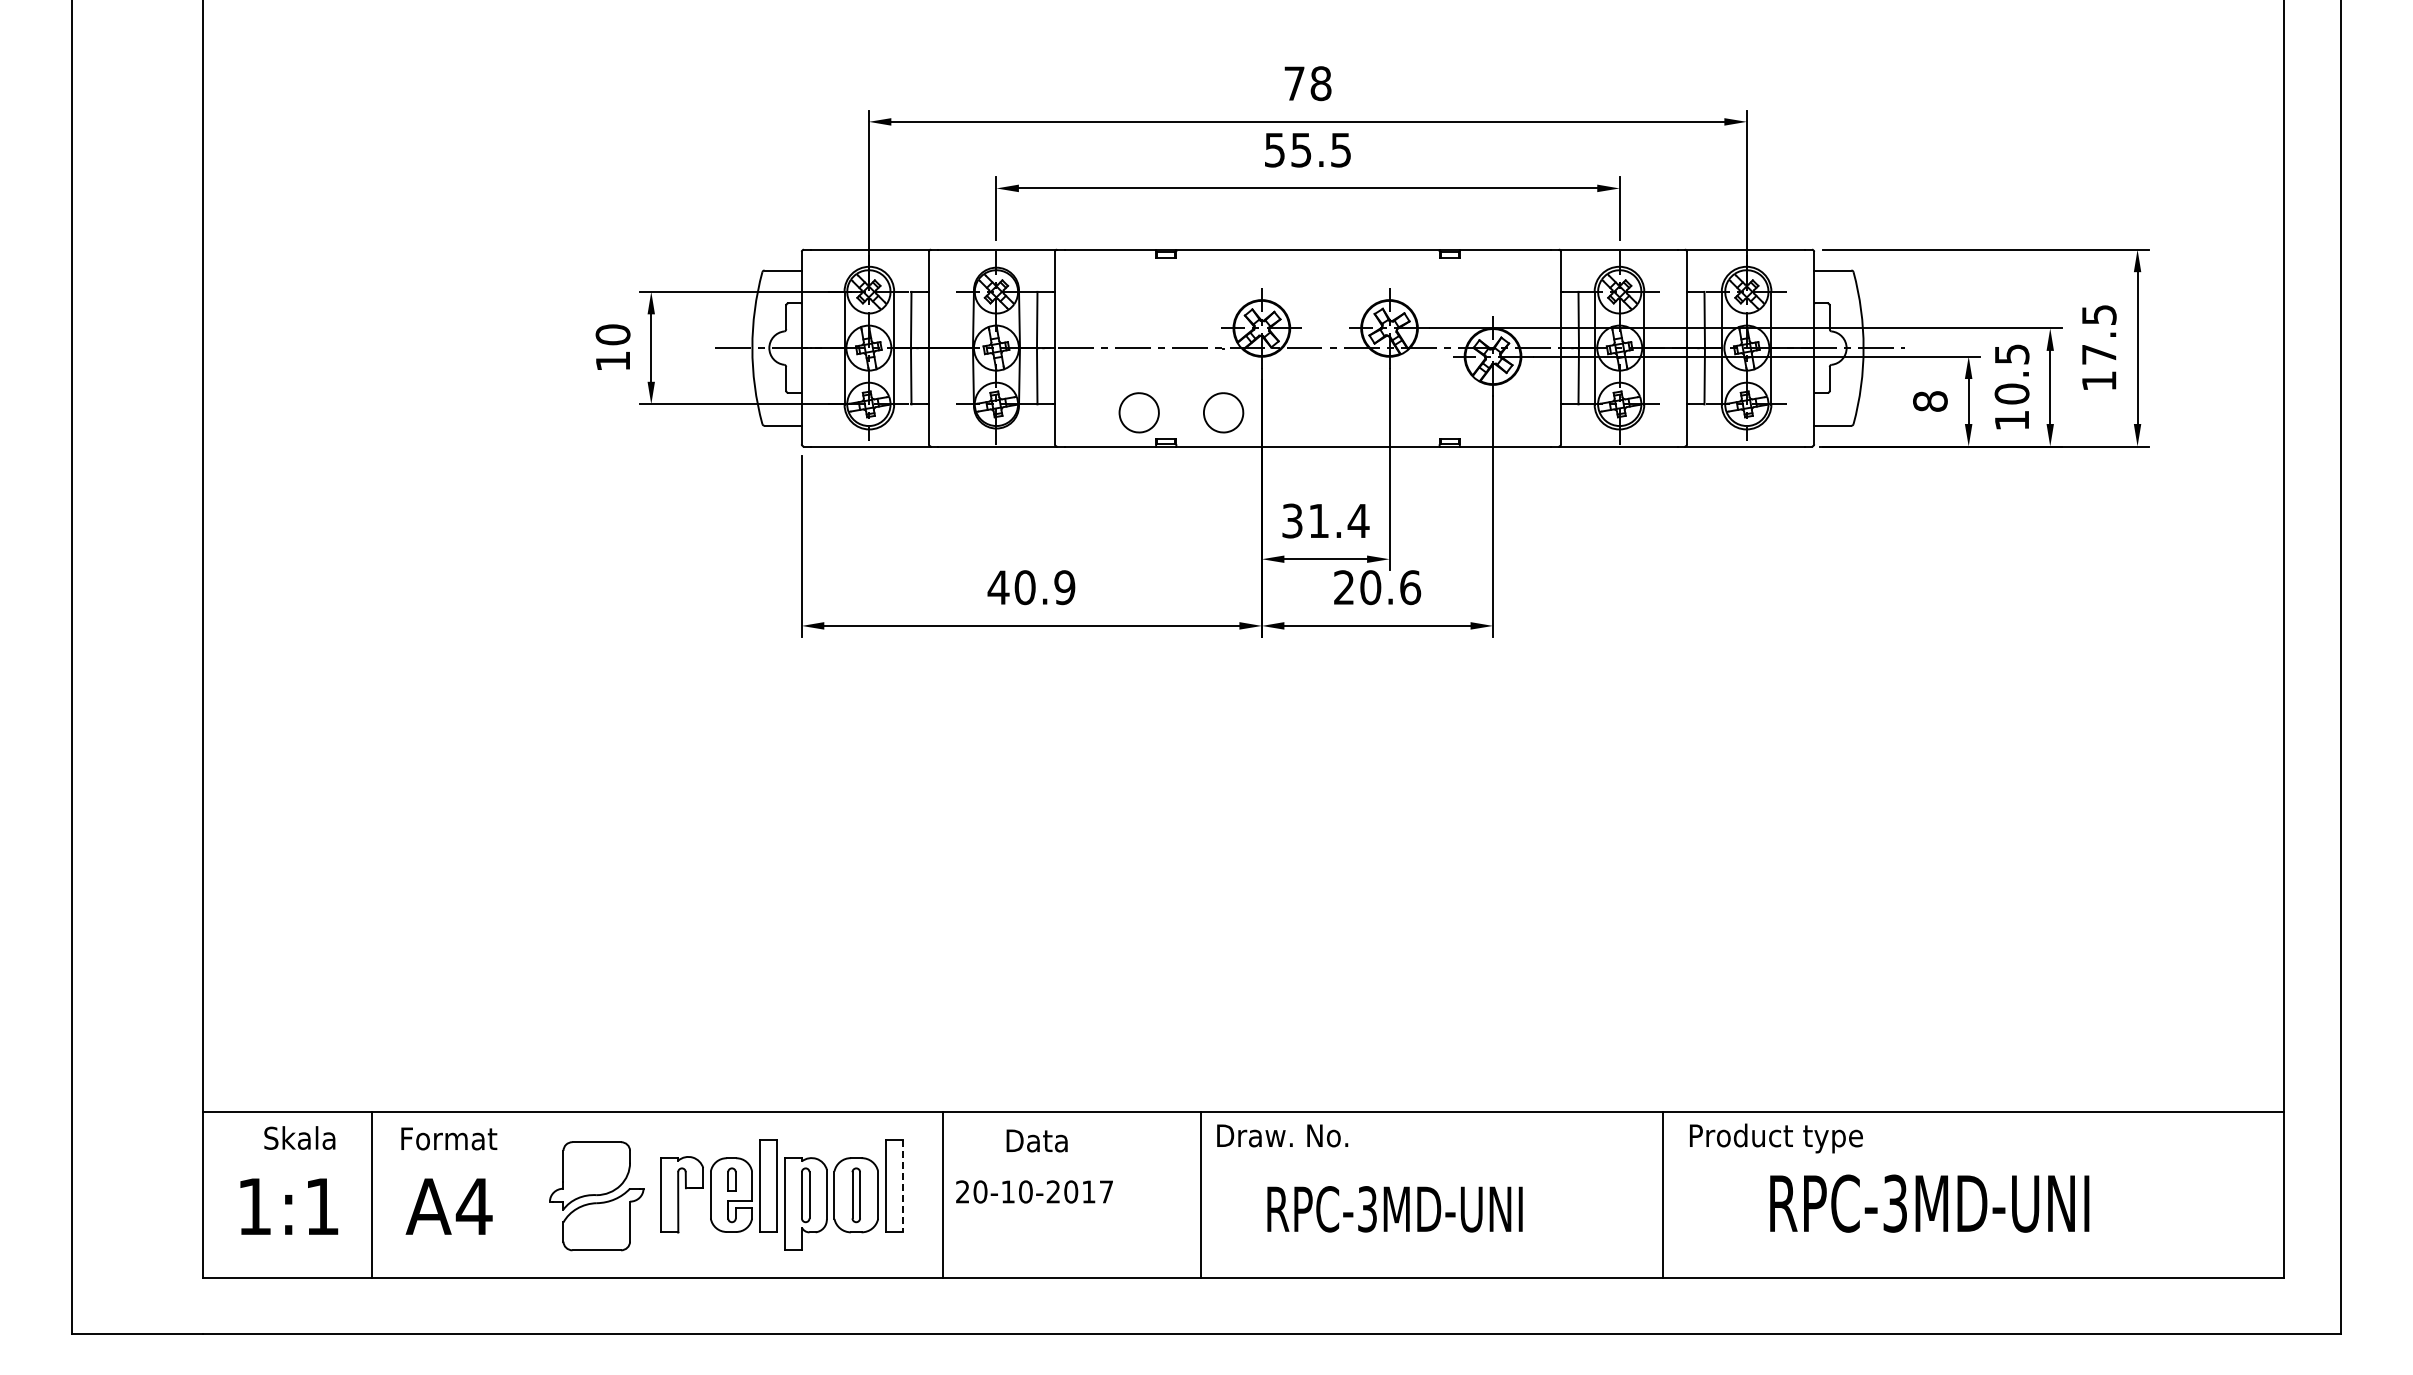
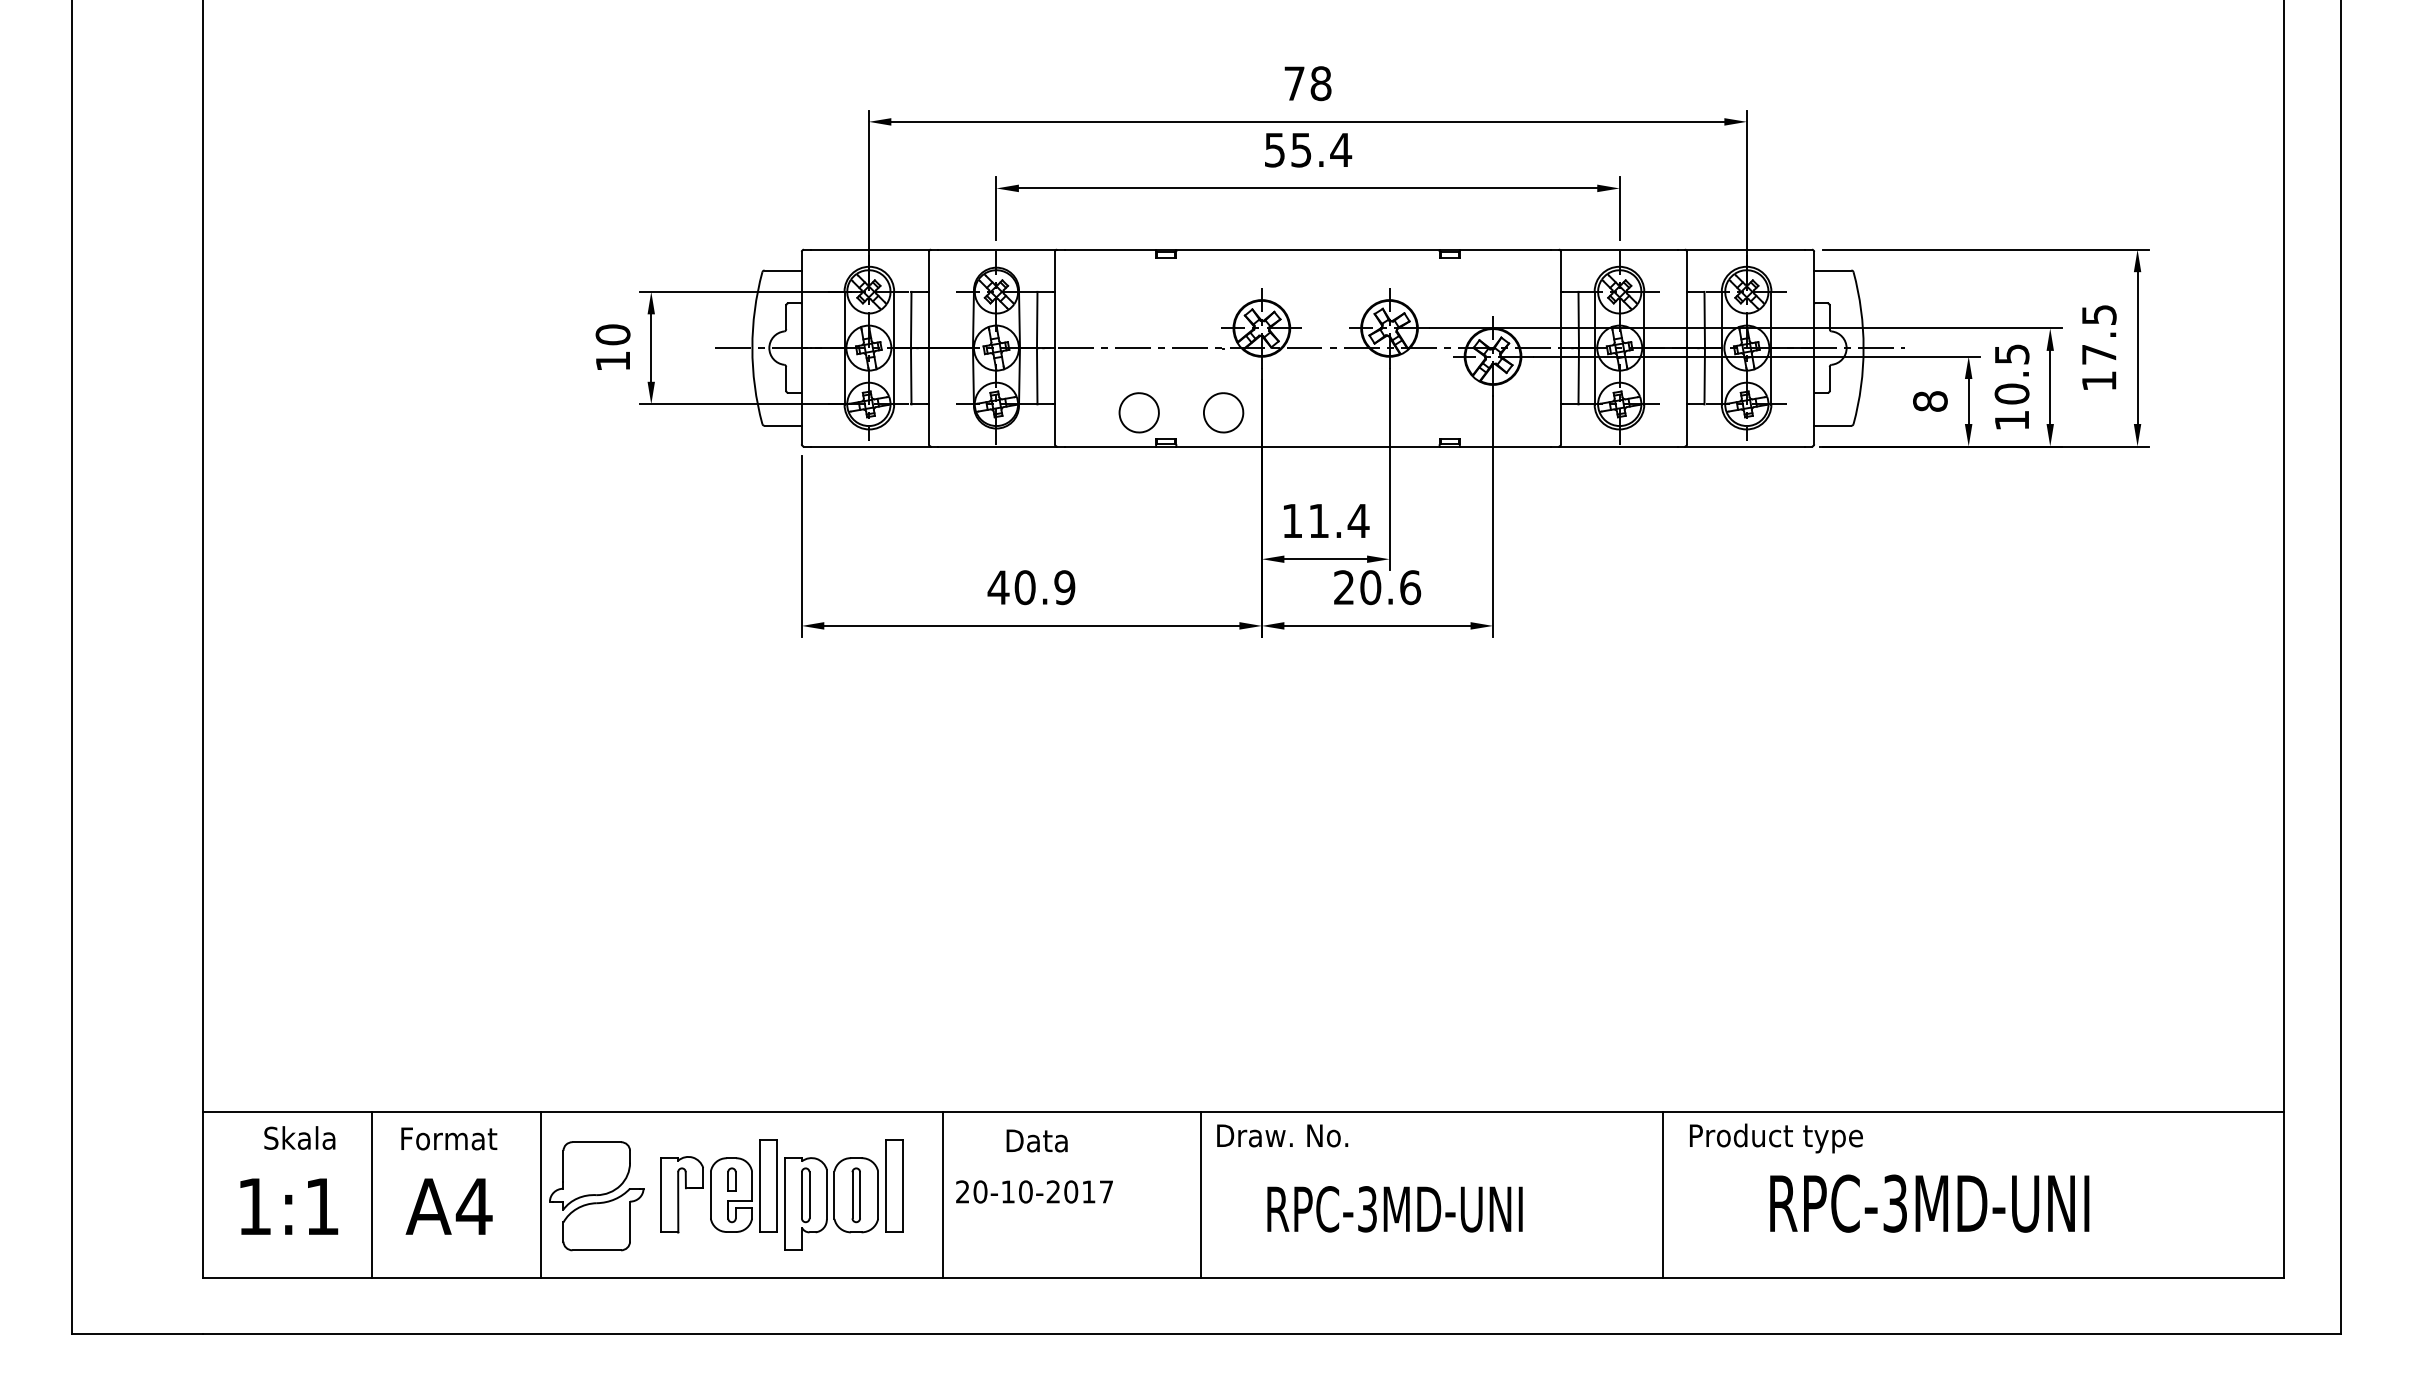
text at (1341, 150): 55.5 -> 55.4
text at (1292, 520): 31.4 -> 11.4
line at (903, 1186): dashed -> solid
line at (540, 1194): none -> present
